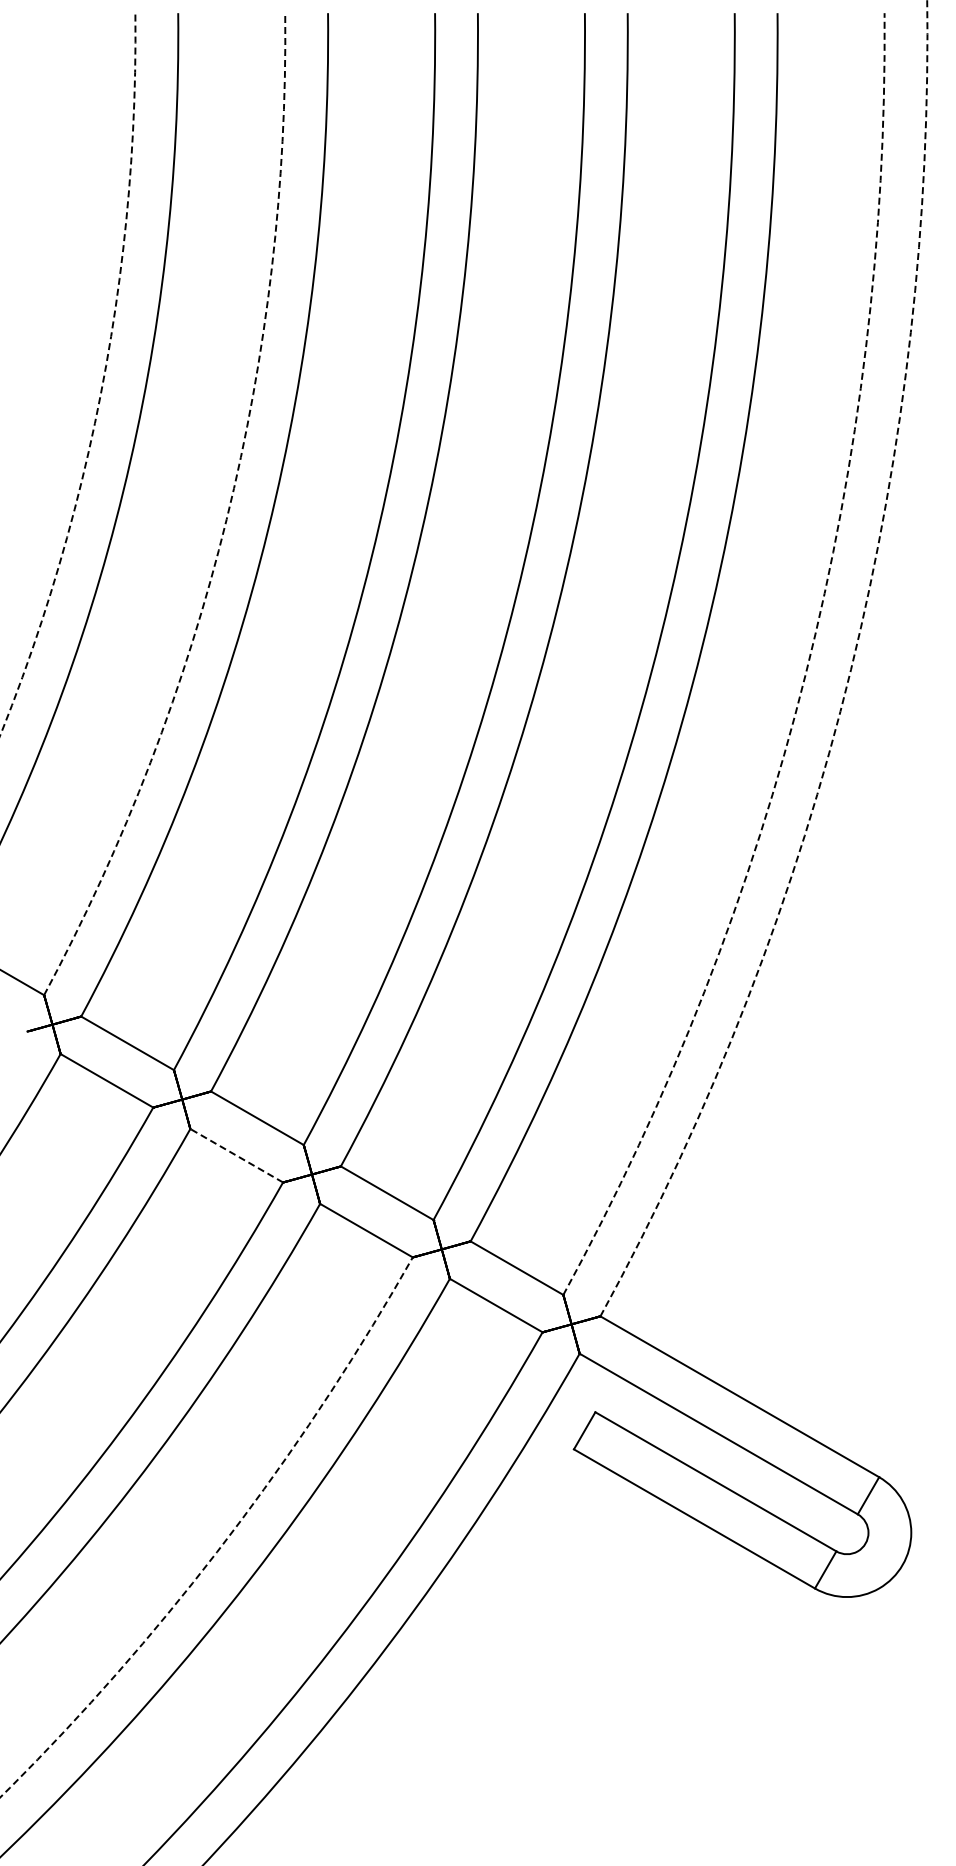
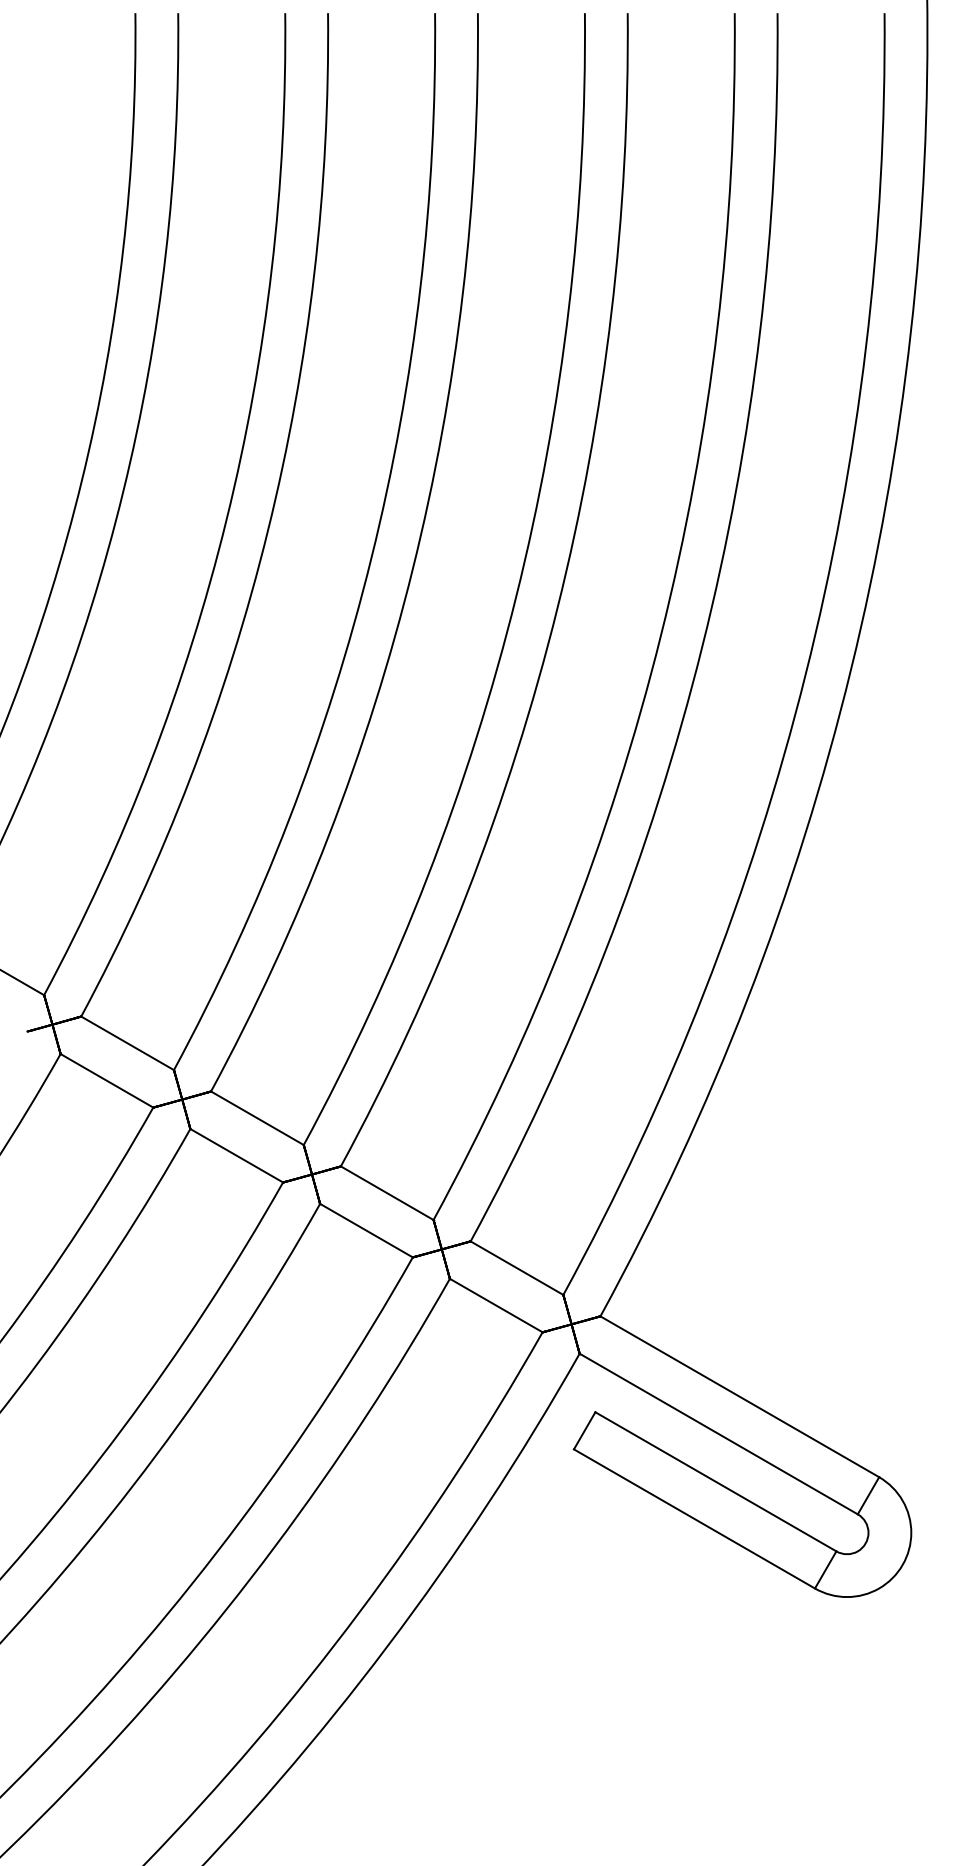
arc at (103, 381): dashed -> solid
arc at (226, 519): dashed -> solid
arc at (805, 674): dashed -> solid
arc at (848, 681): dashed -> solid
line at (236, 1155): dashed -> solid
arc at (224, 1542): dashed -> solid
